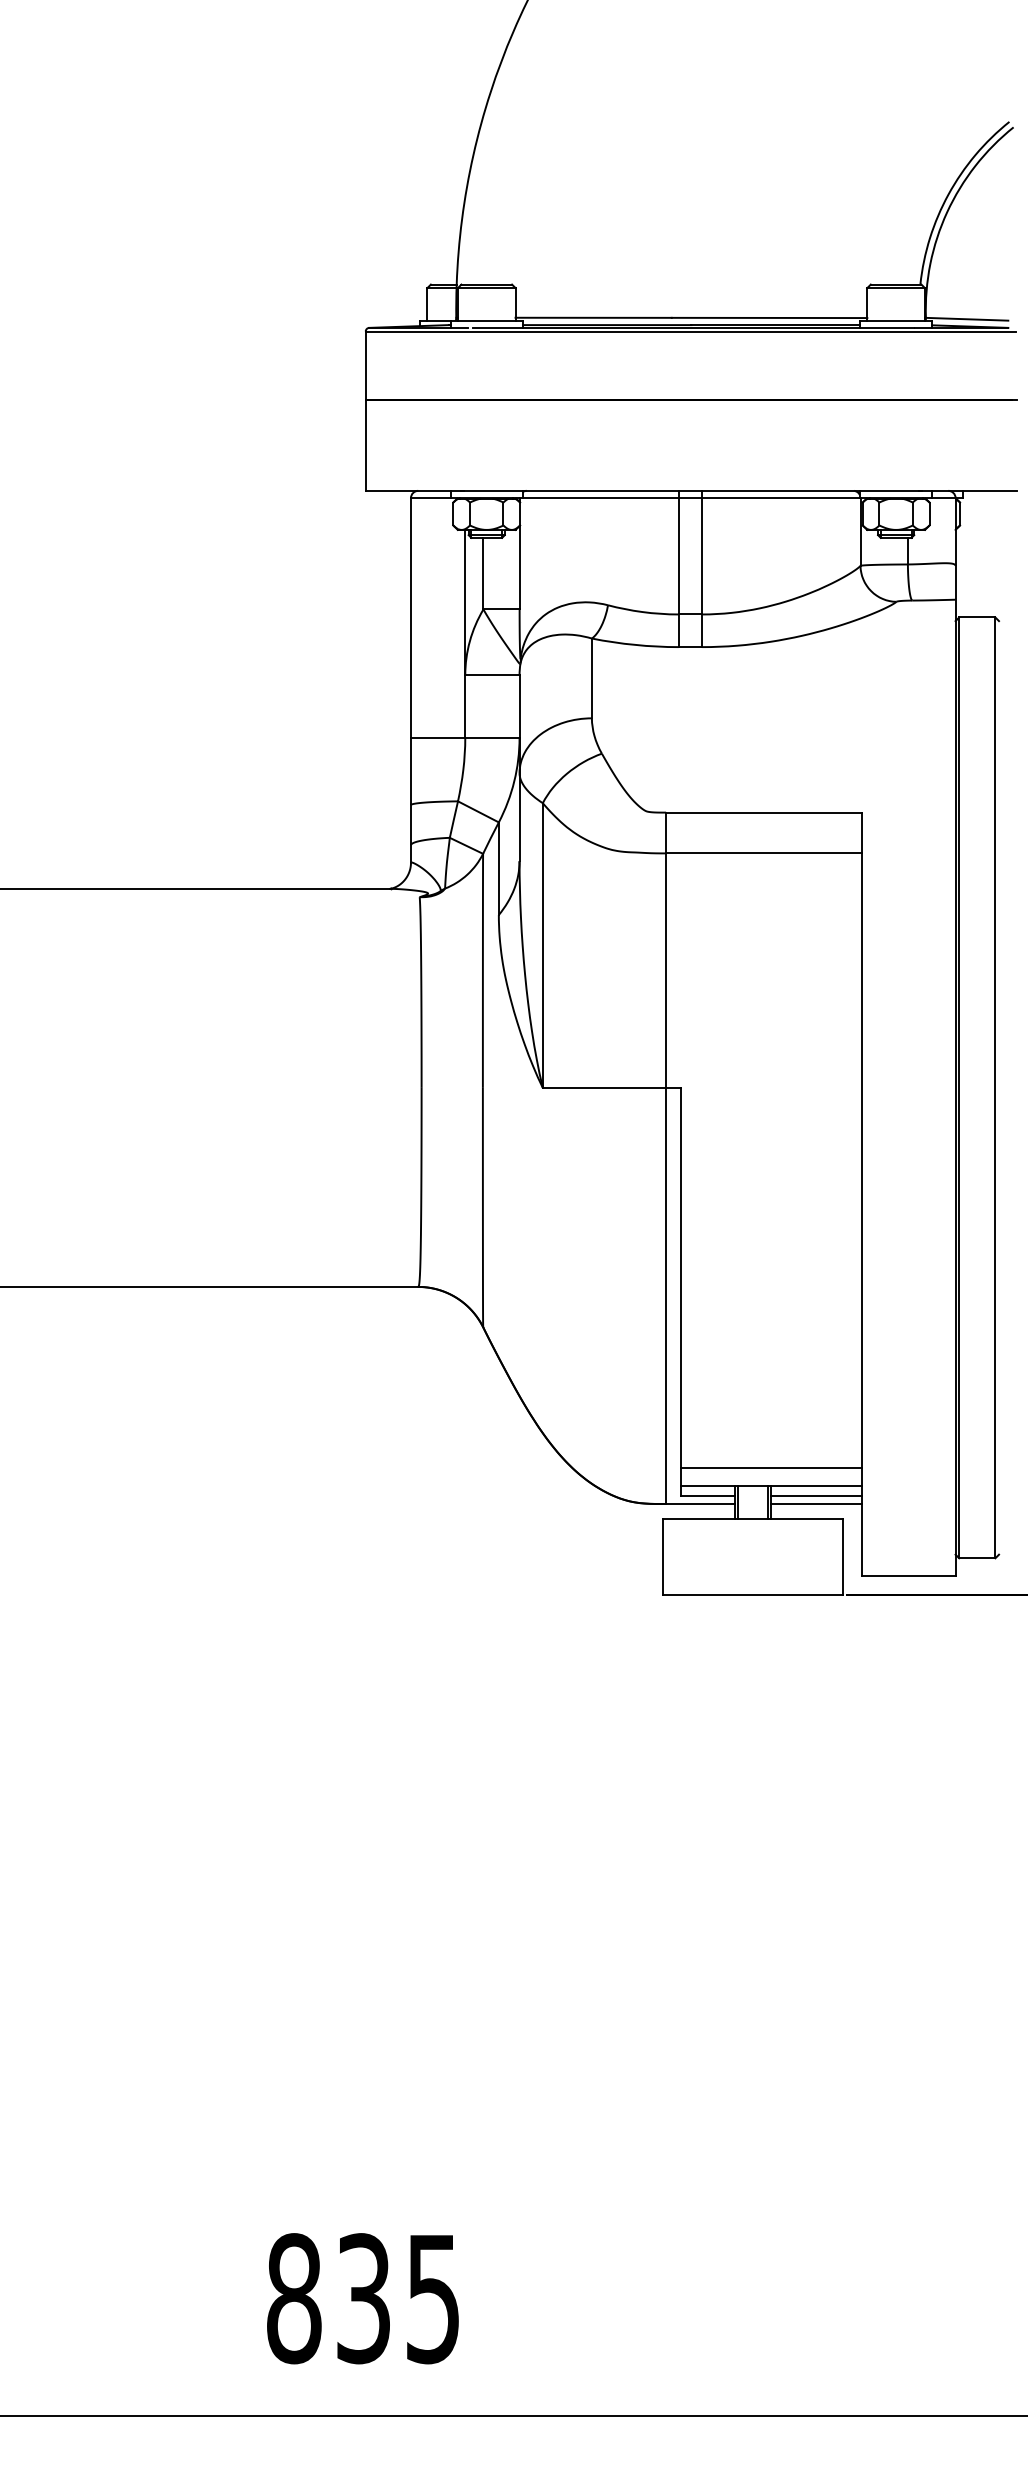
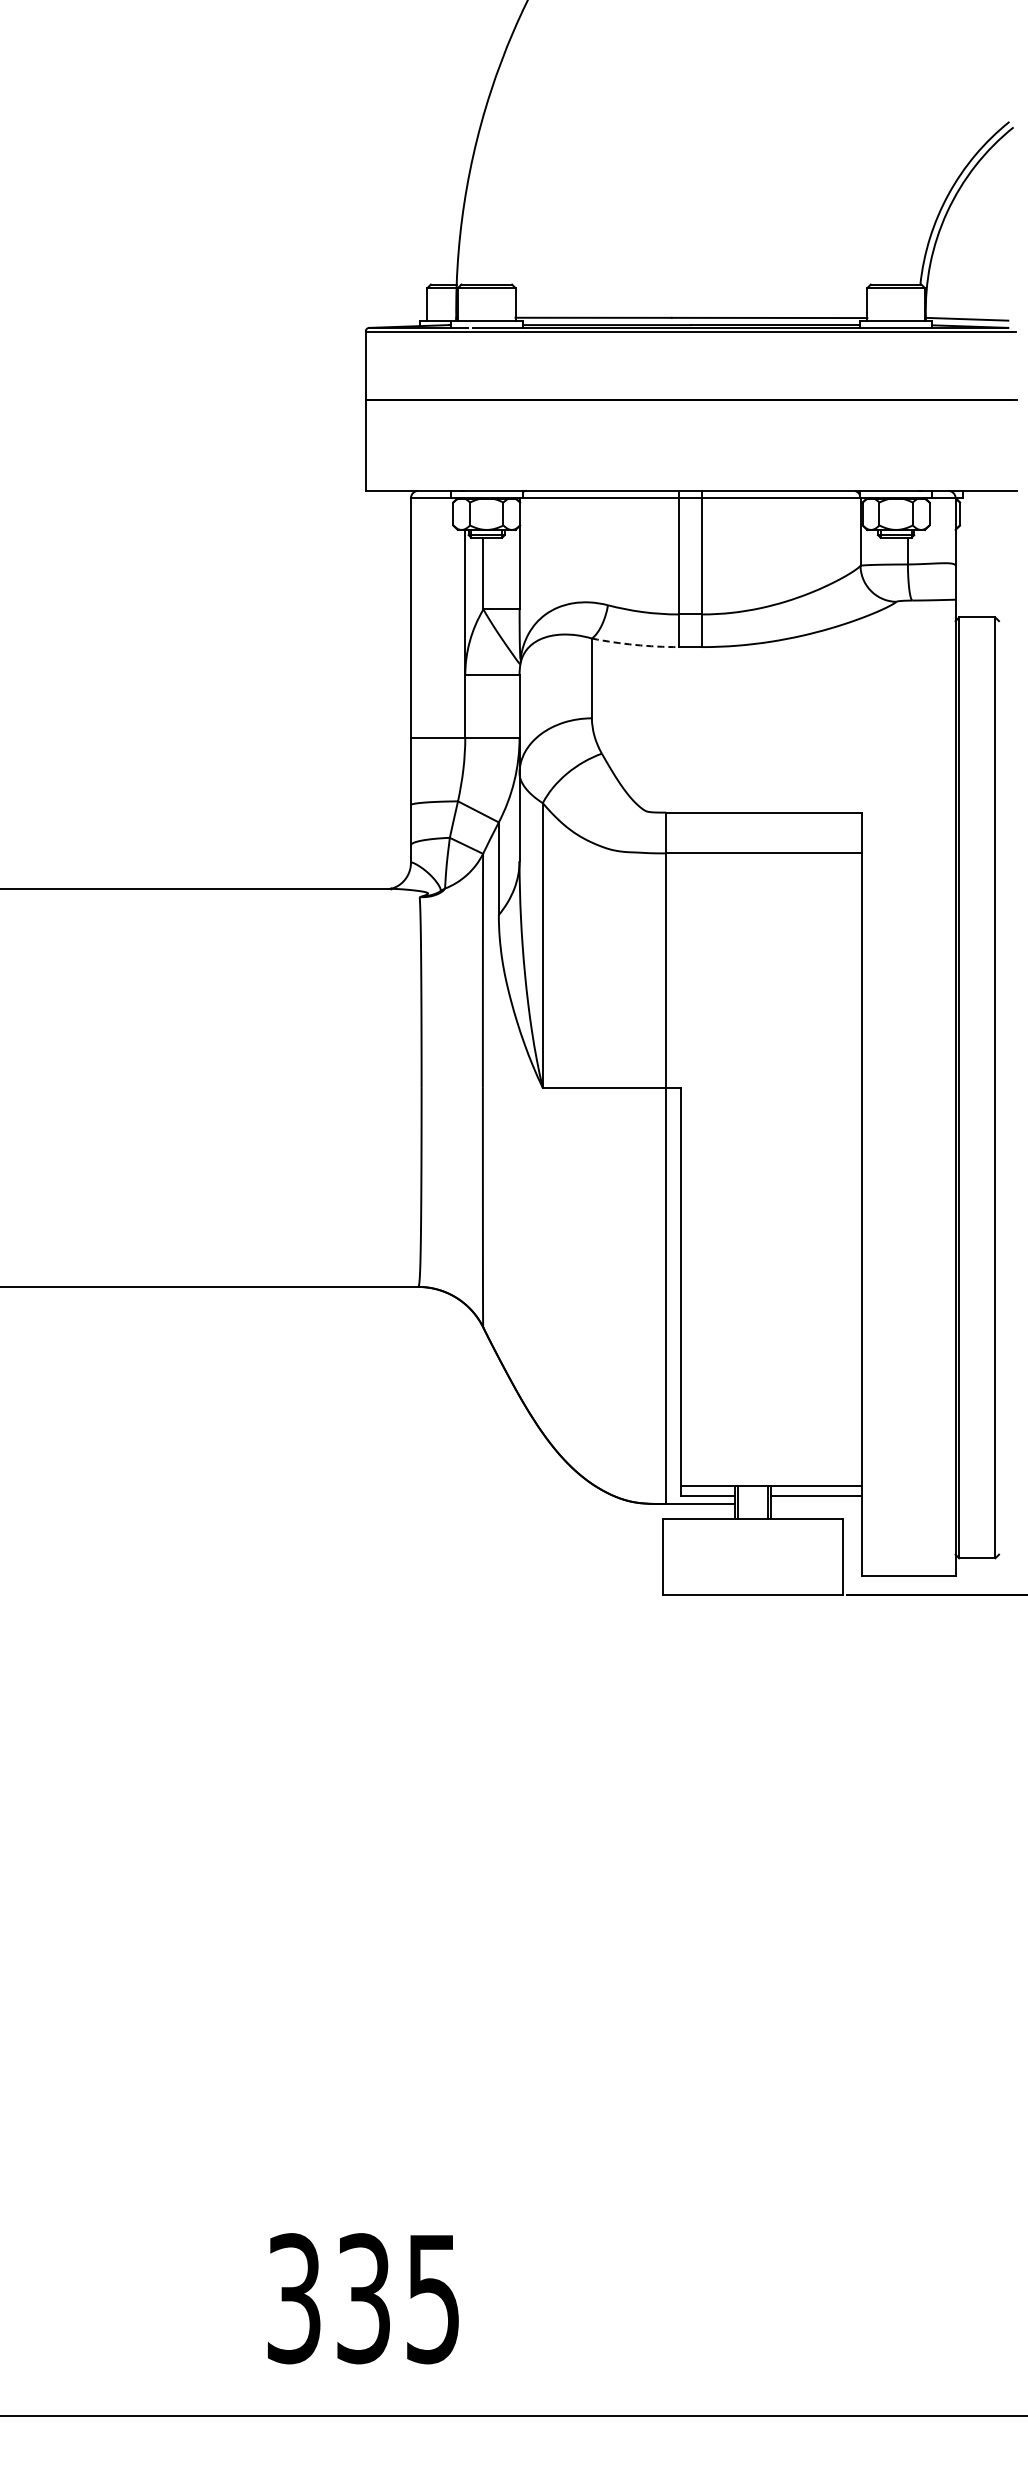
arc at (635, 644): solid -> dashed
line at (770, 1467): present -> none
line at (816, 1504): present -> none
text at (294, 2298): 835 -> 335
